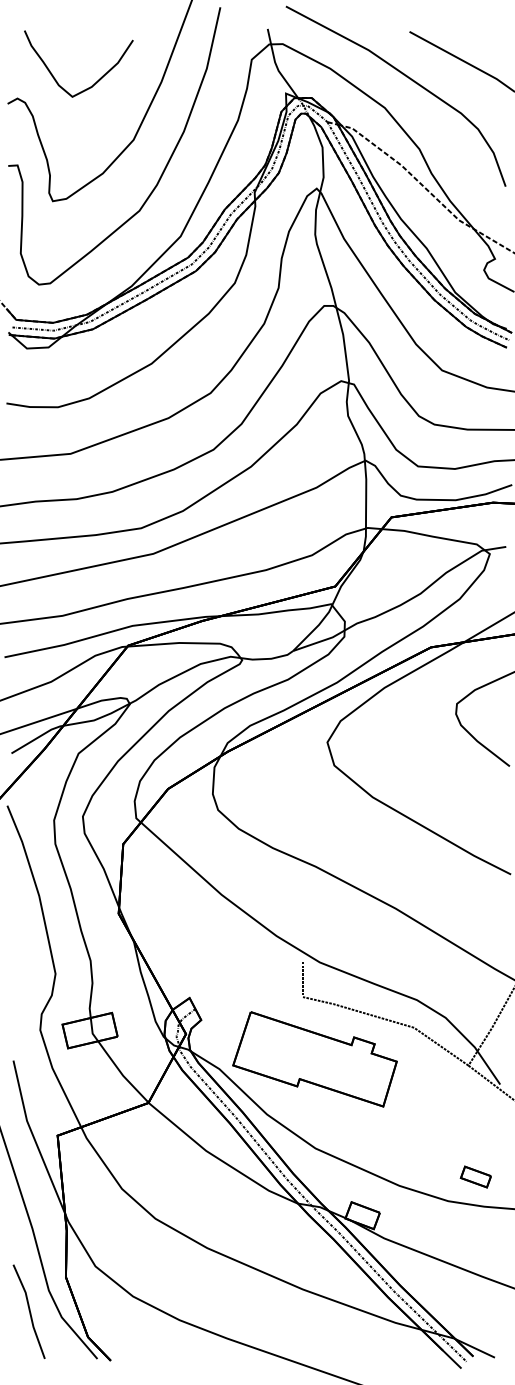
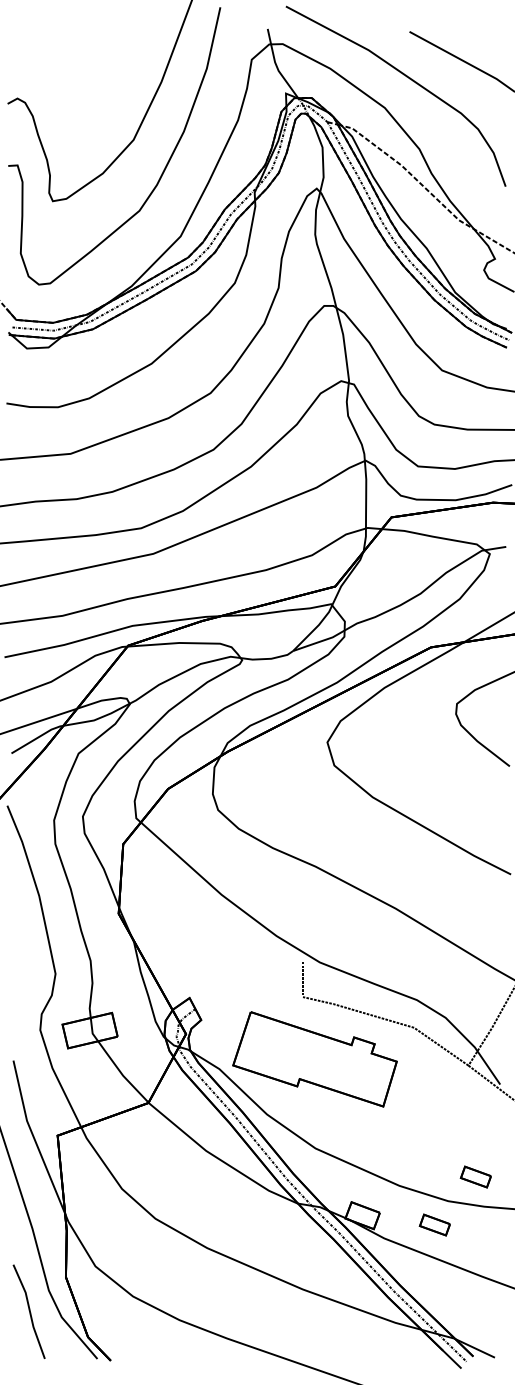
curve at (96, 81): present -> none
part at (434, 1224): none -> present
